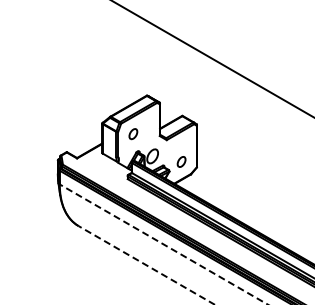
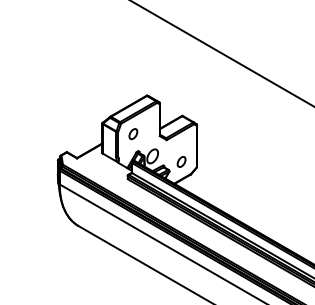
line at (212, 59) position: (212, 59) -> (221, 53)
line at (163, 244): dashed -> solid
line at (146, 265): dashed -> solid
